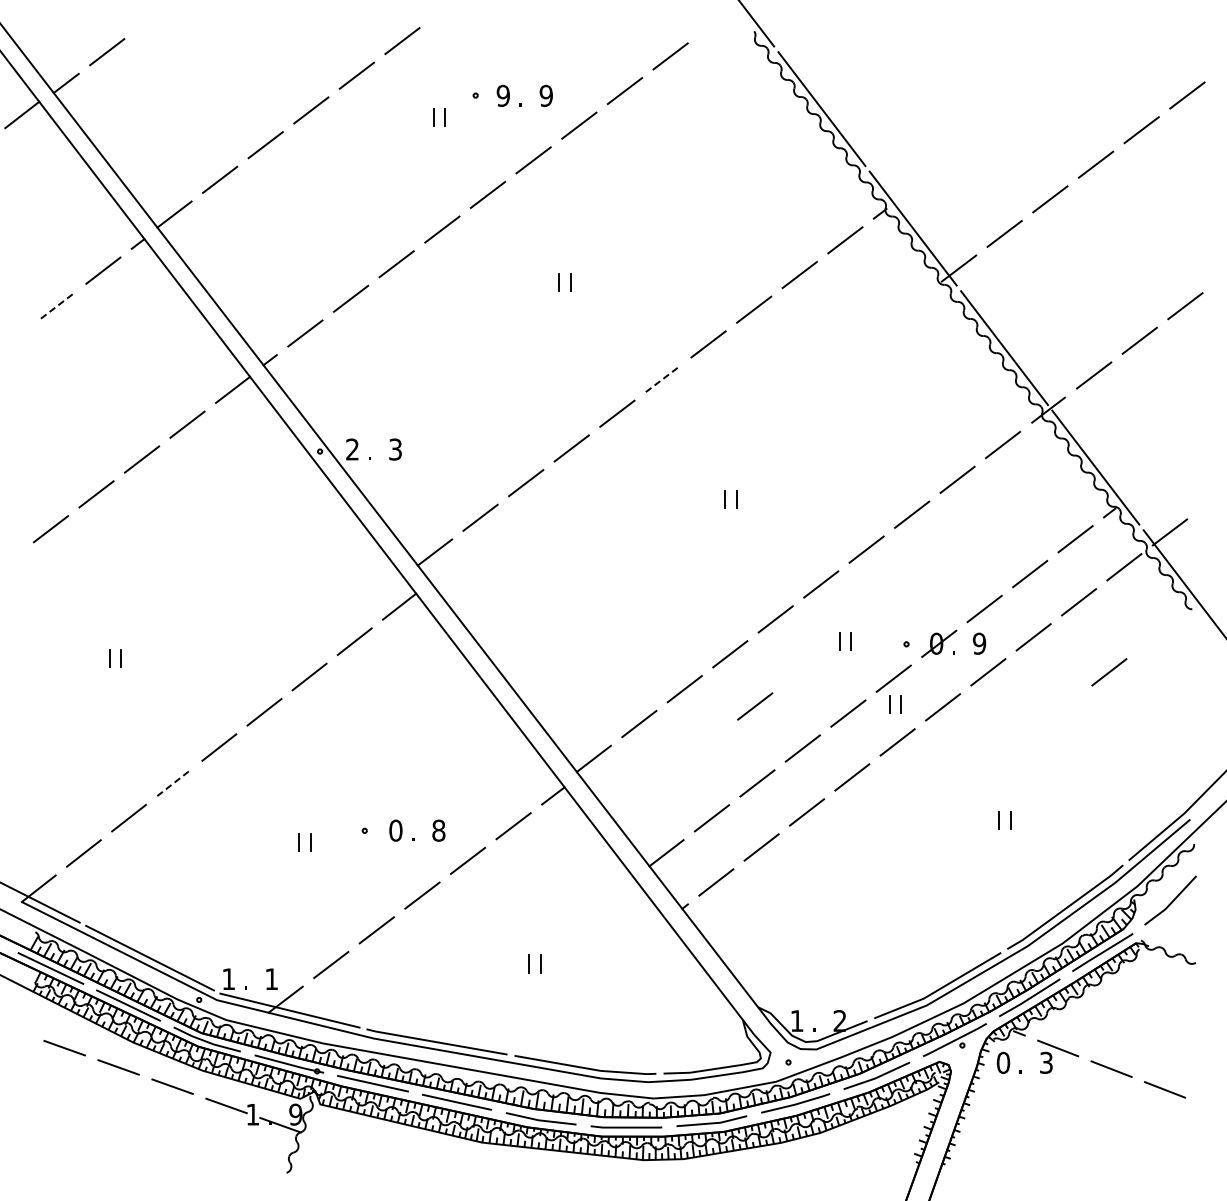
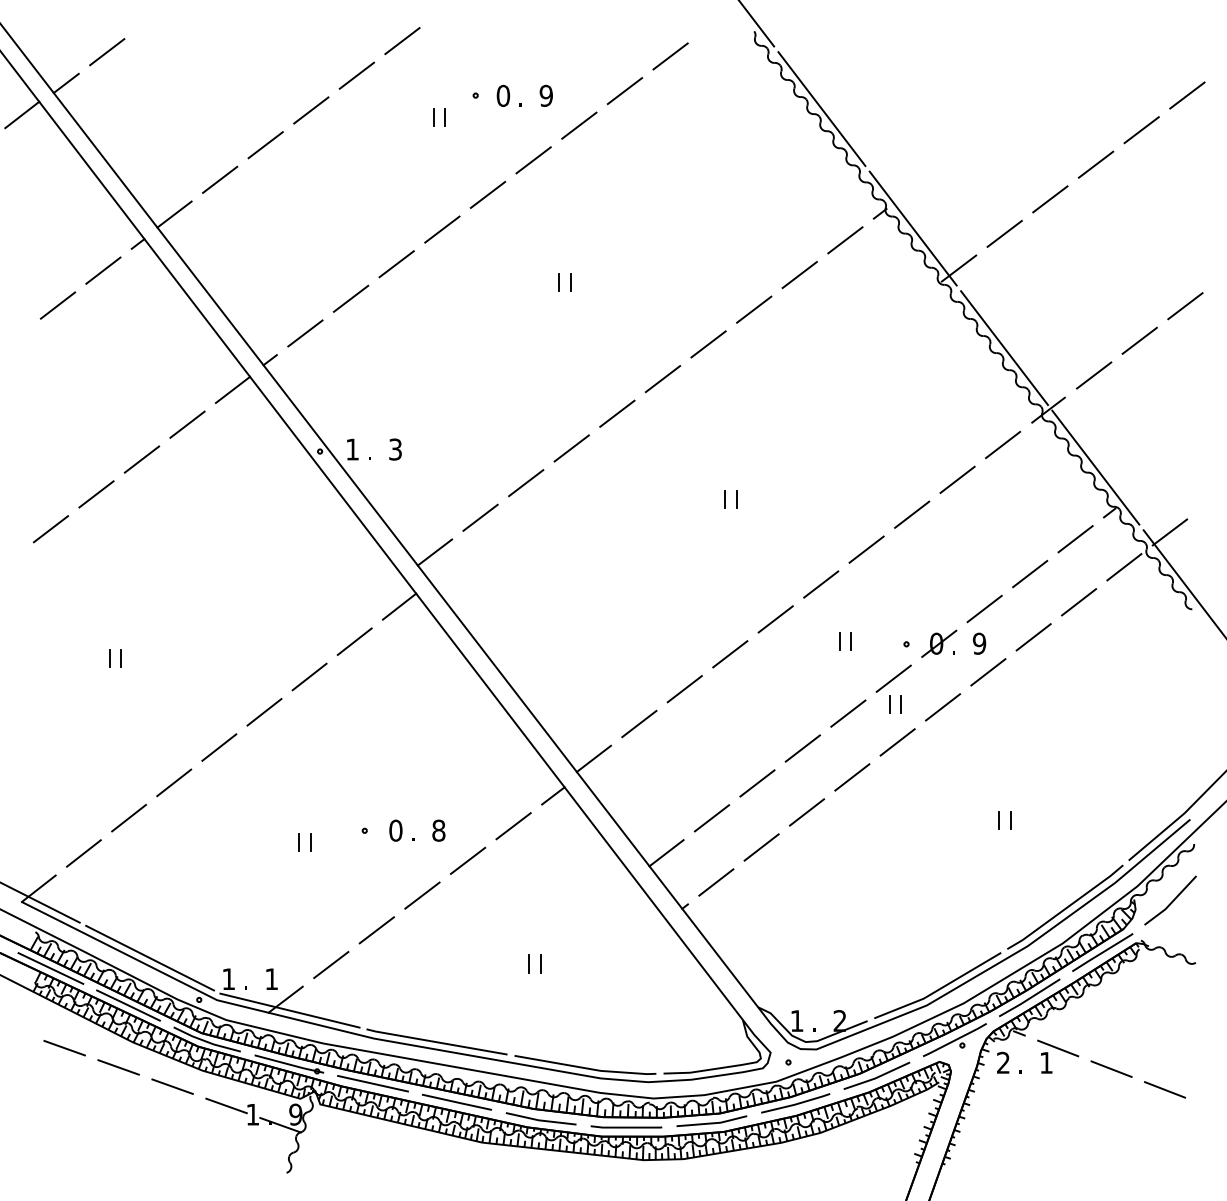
text at (503, 95): 9 -> 0
line at (58, 305): dashed -> solid
line at (663, 378): dashed -> solid
text at (352, 449): 2 -> 1
line at (1109, 672): present -> none
line at (755, 706): present -> none
line at (174, 782): dashed -> solid
text at (1003, 1062): 0 -> 2
text at (1046, 1062): 3 -> 1
